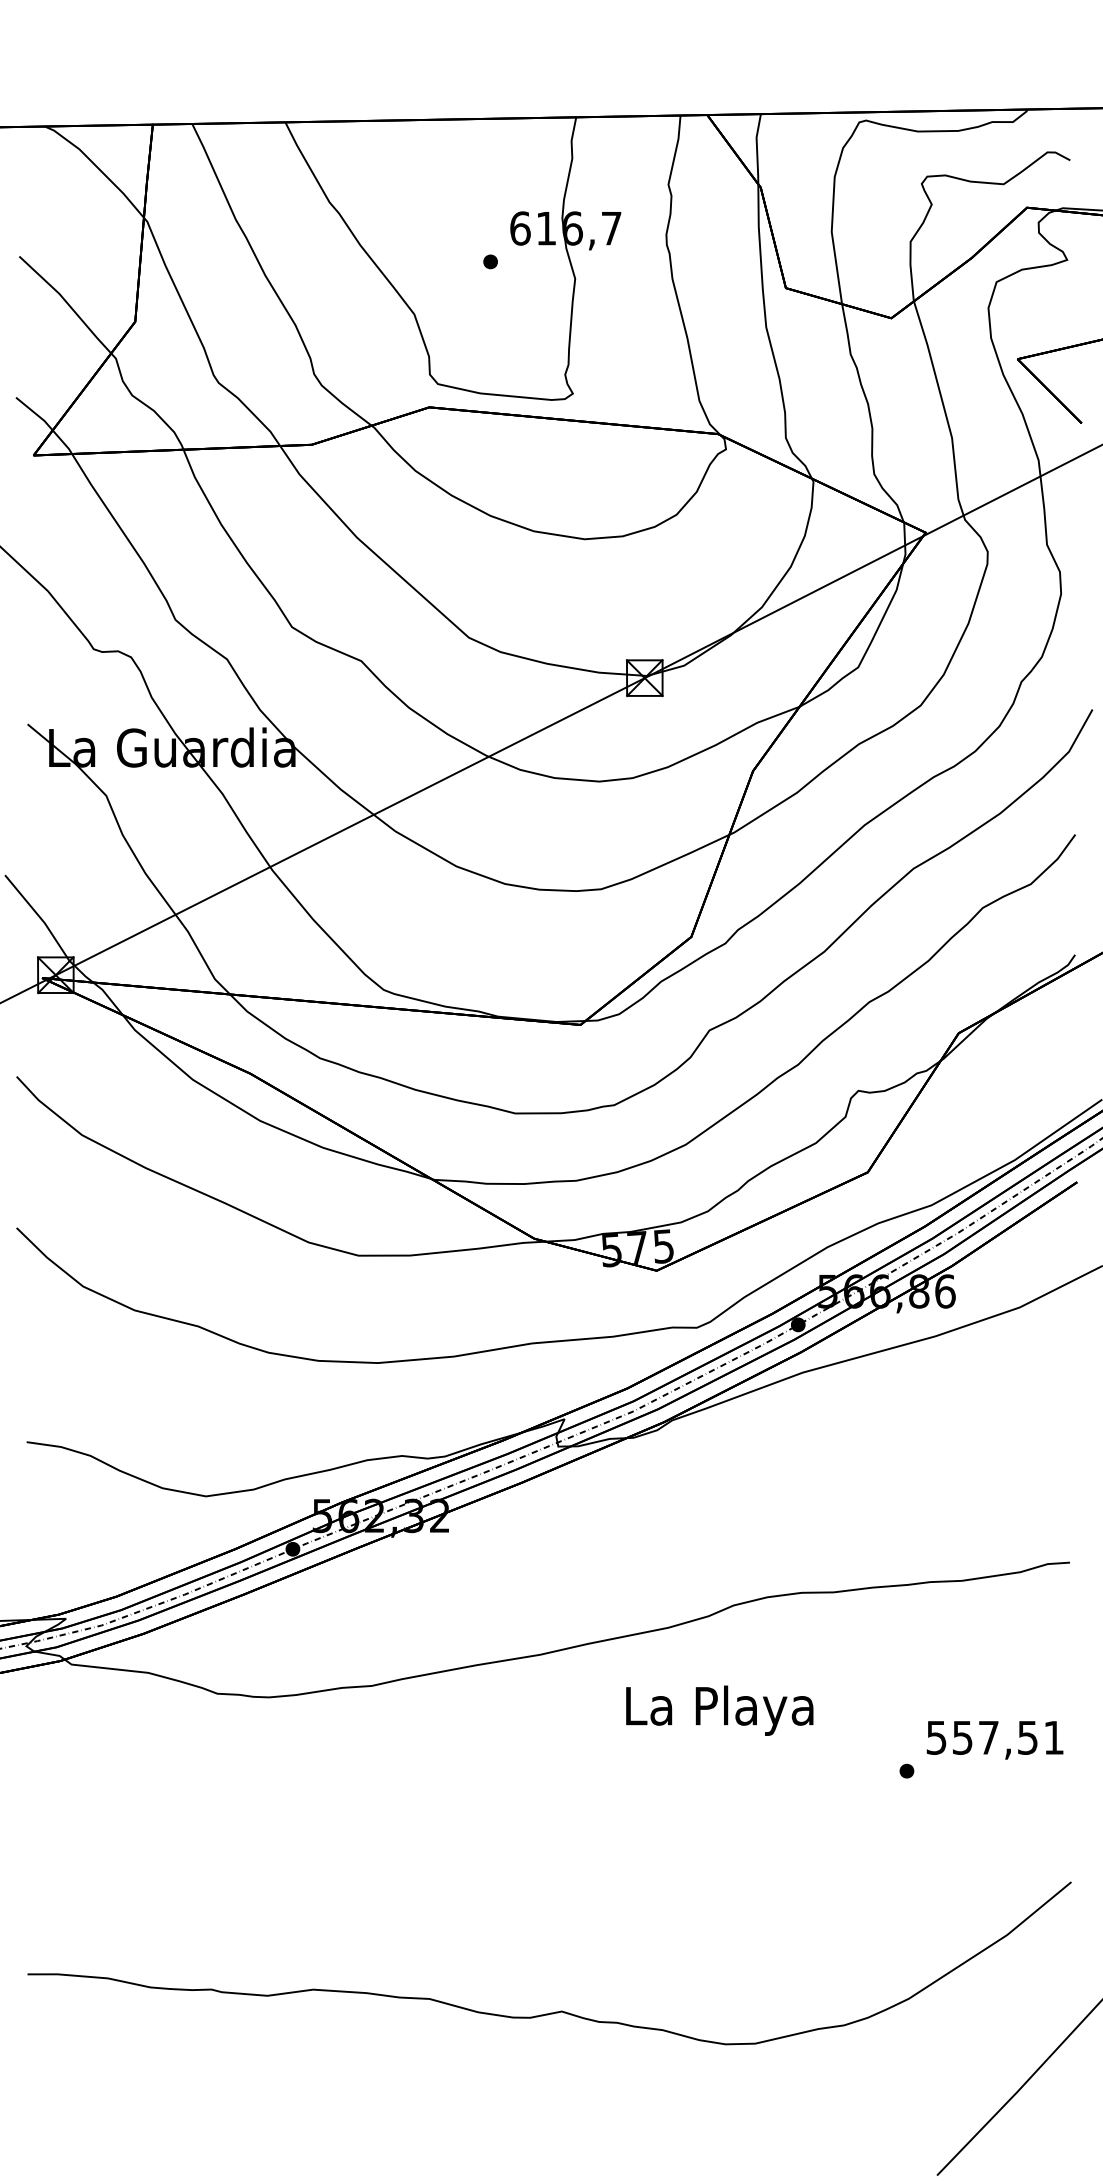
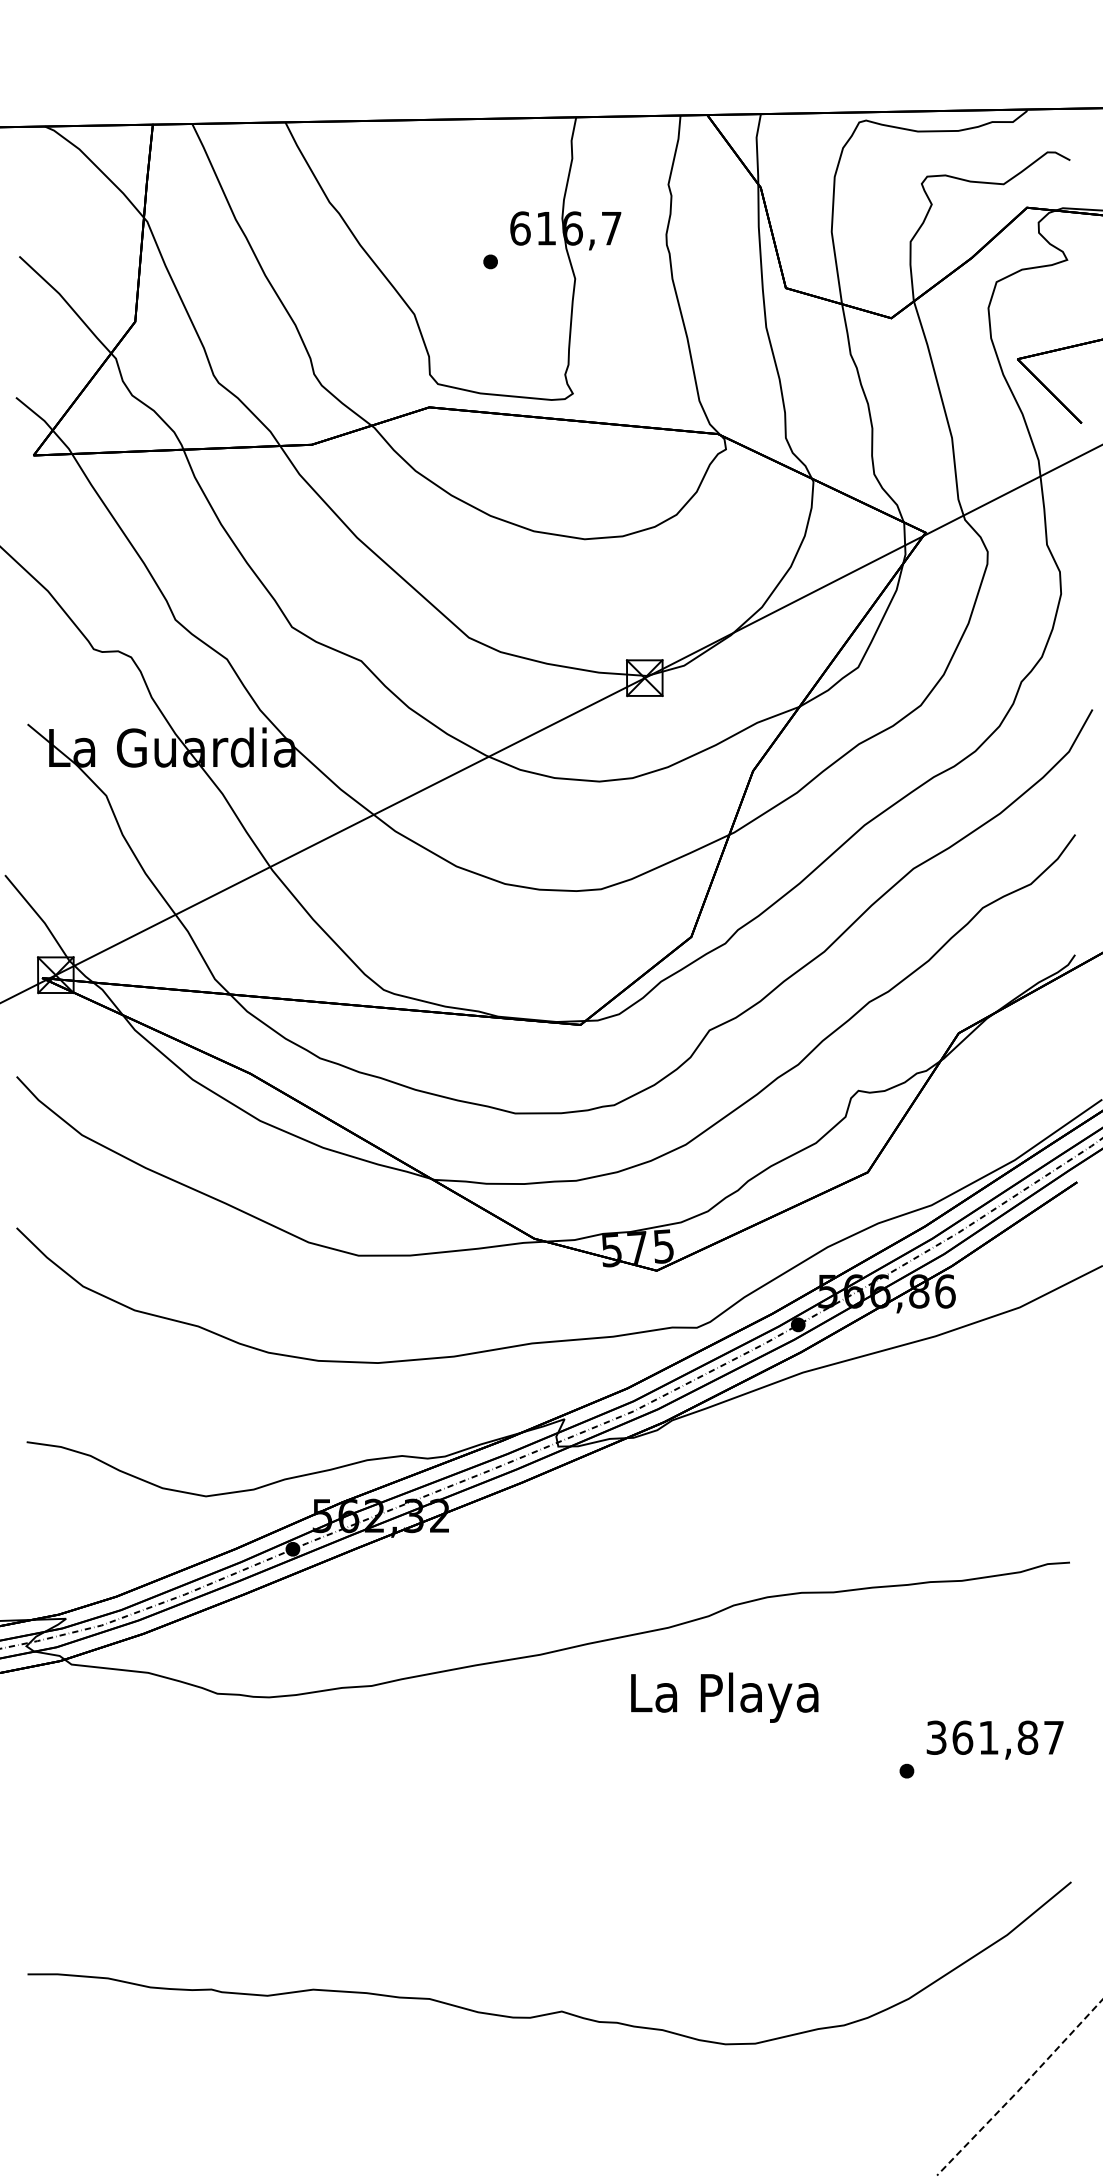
text at (719, 1710) position: (719, 1710) -> (724, 1697)
text at (995, 1737): 557,51 -> 361,87
line at (1020, 2088): solid -> dashed
